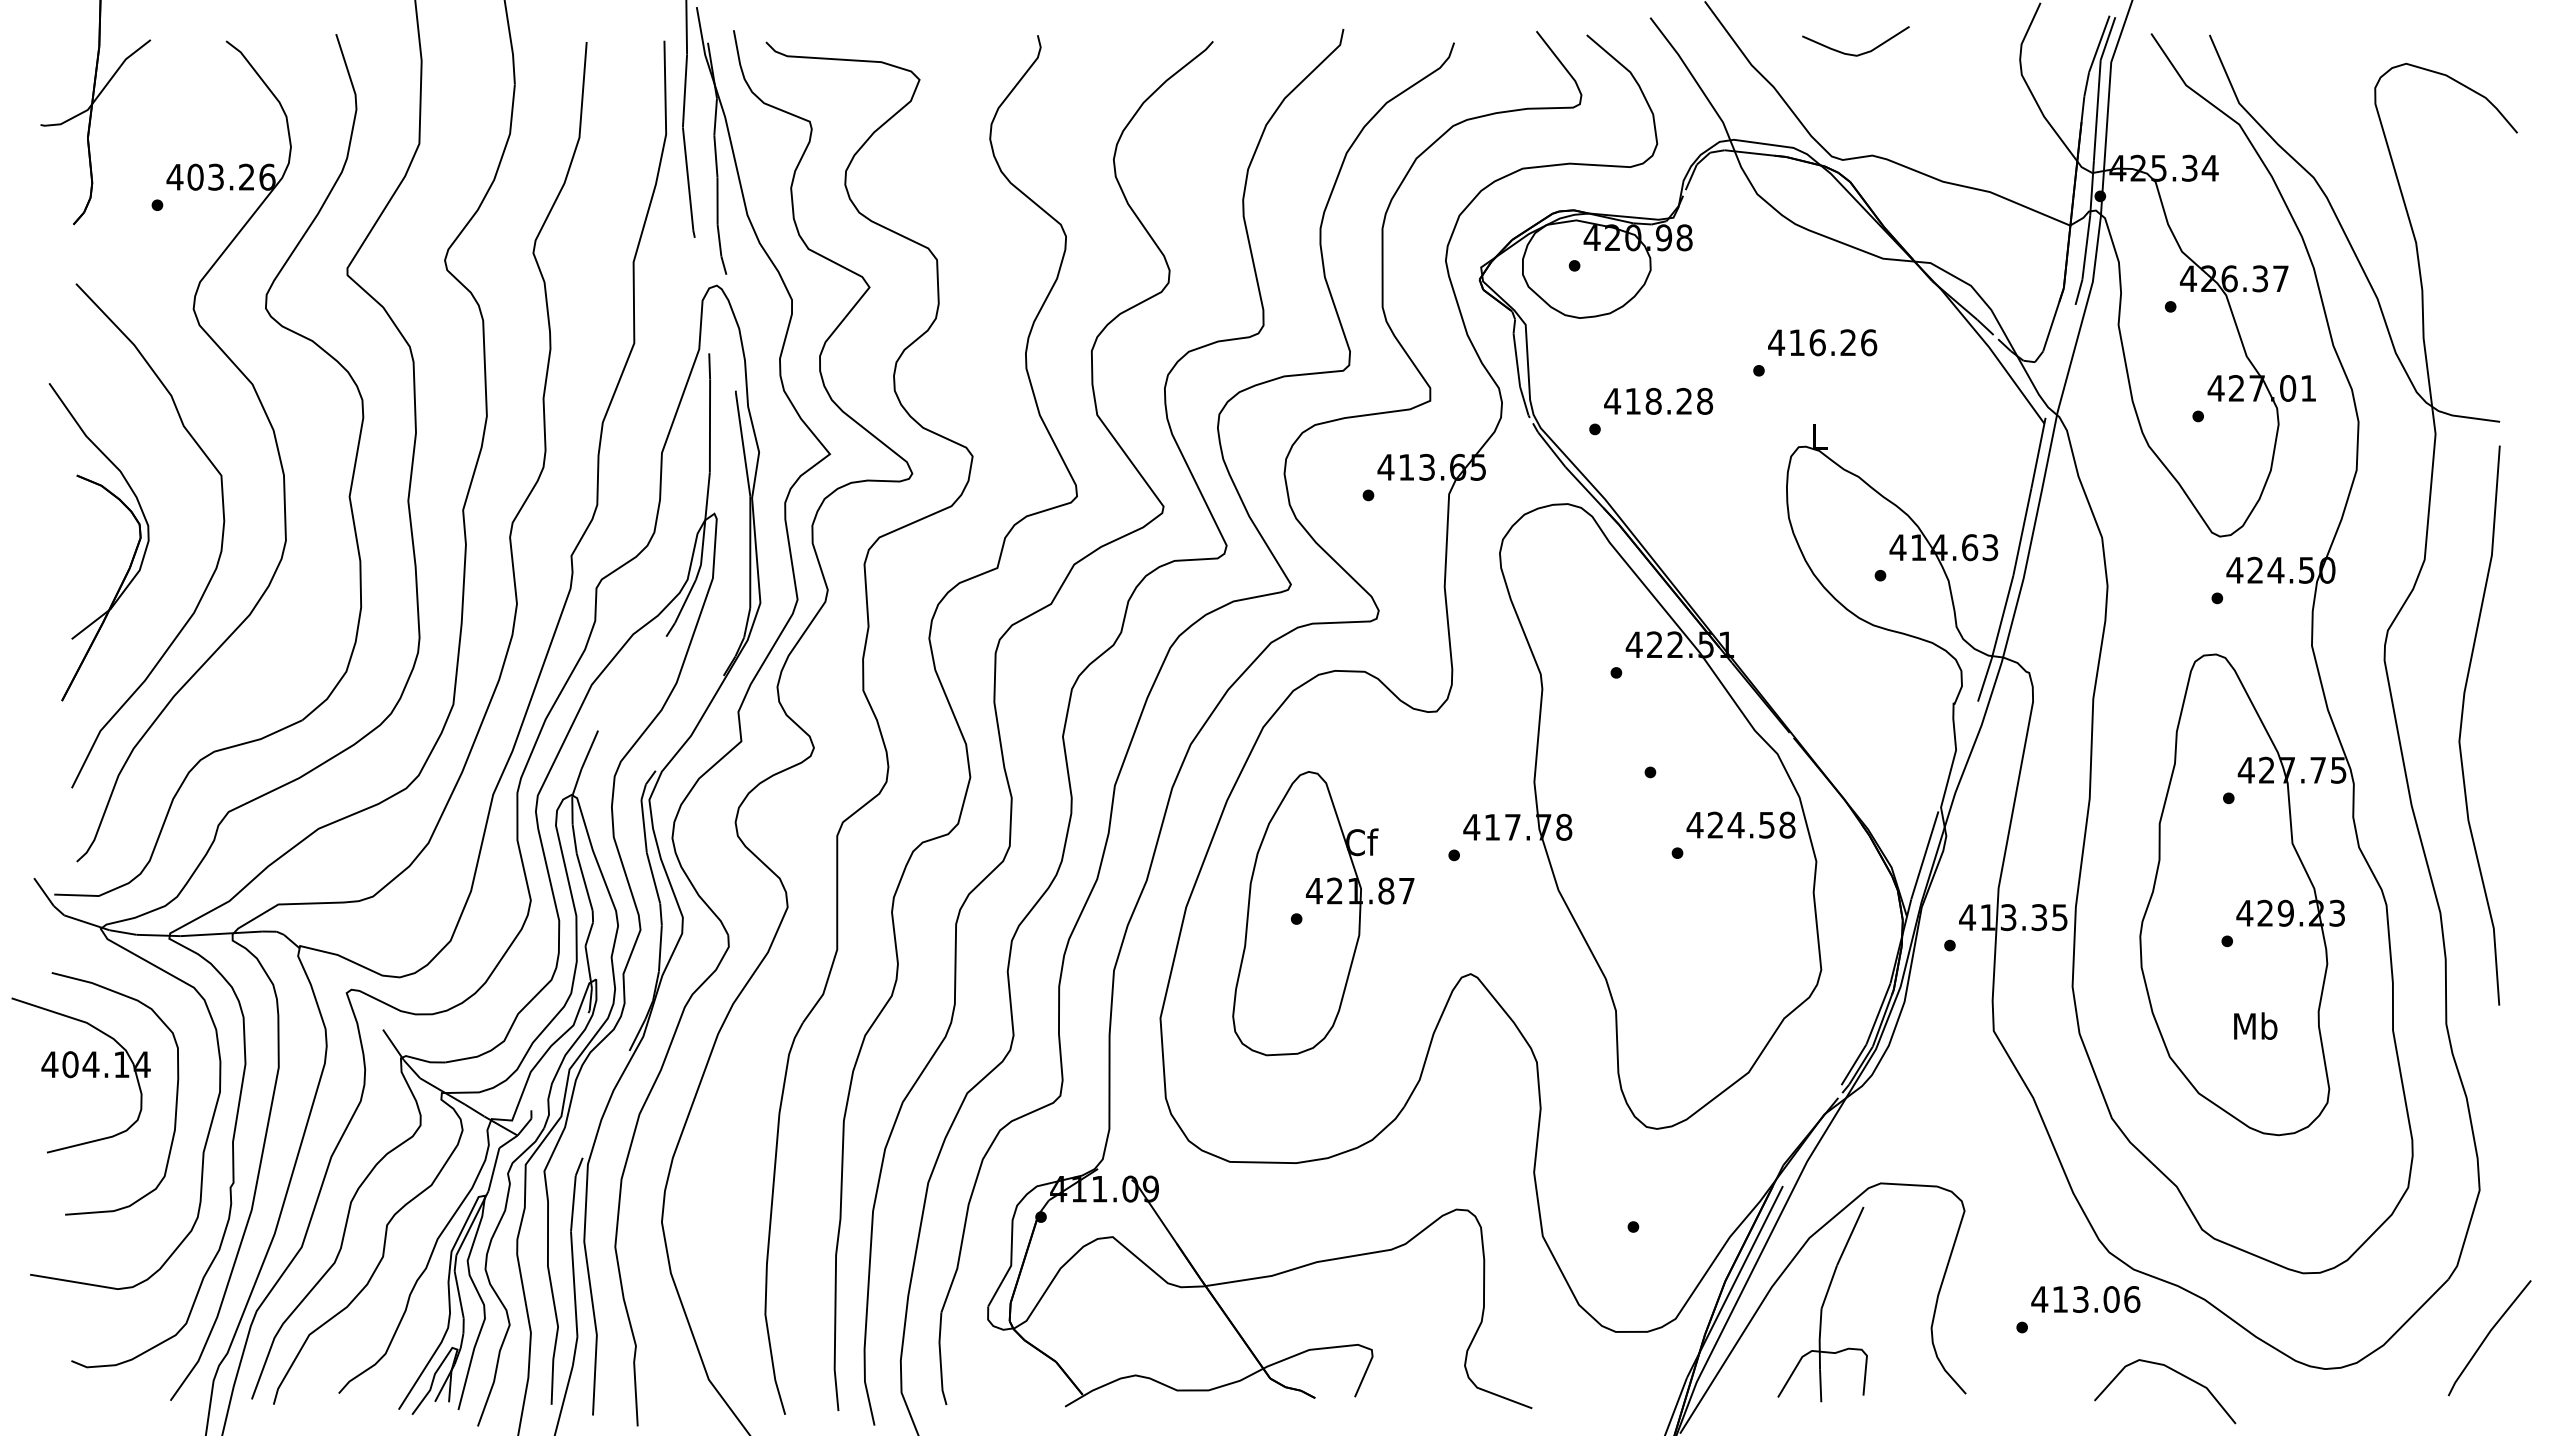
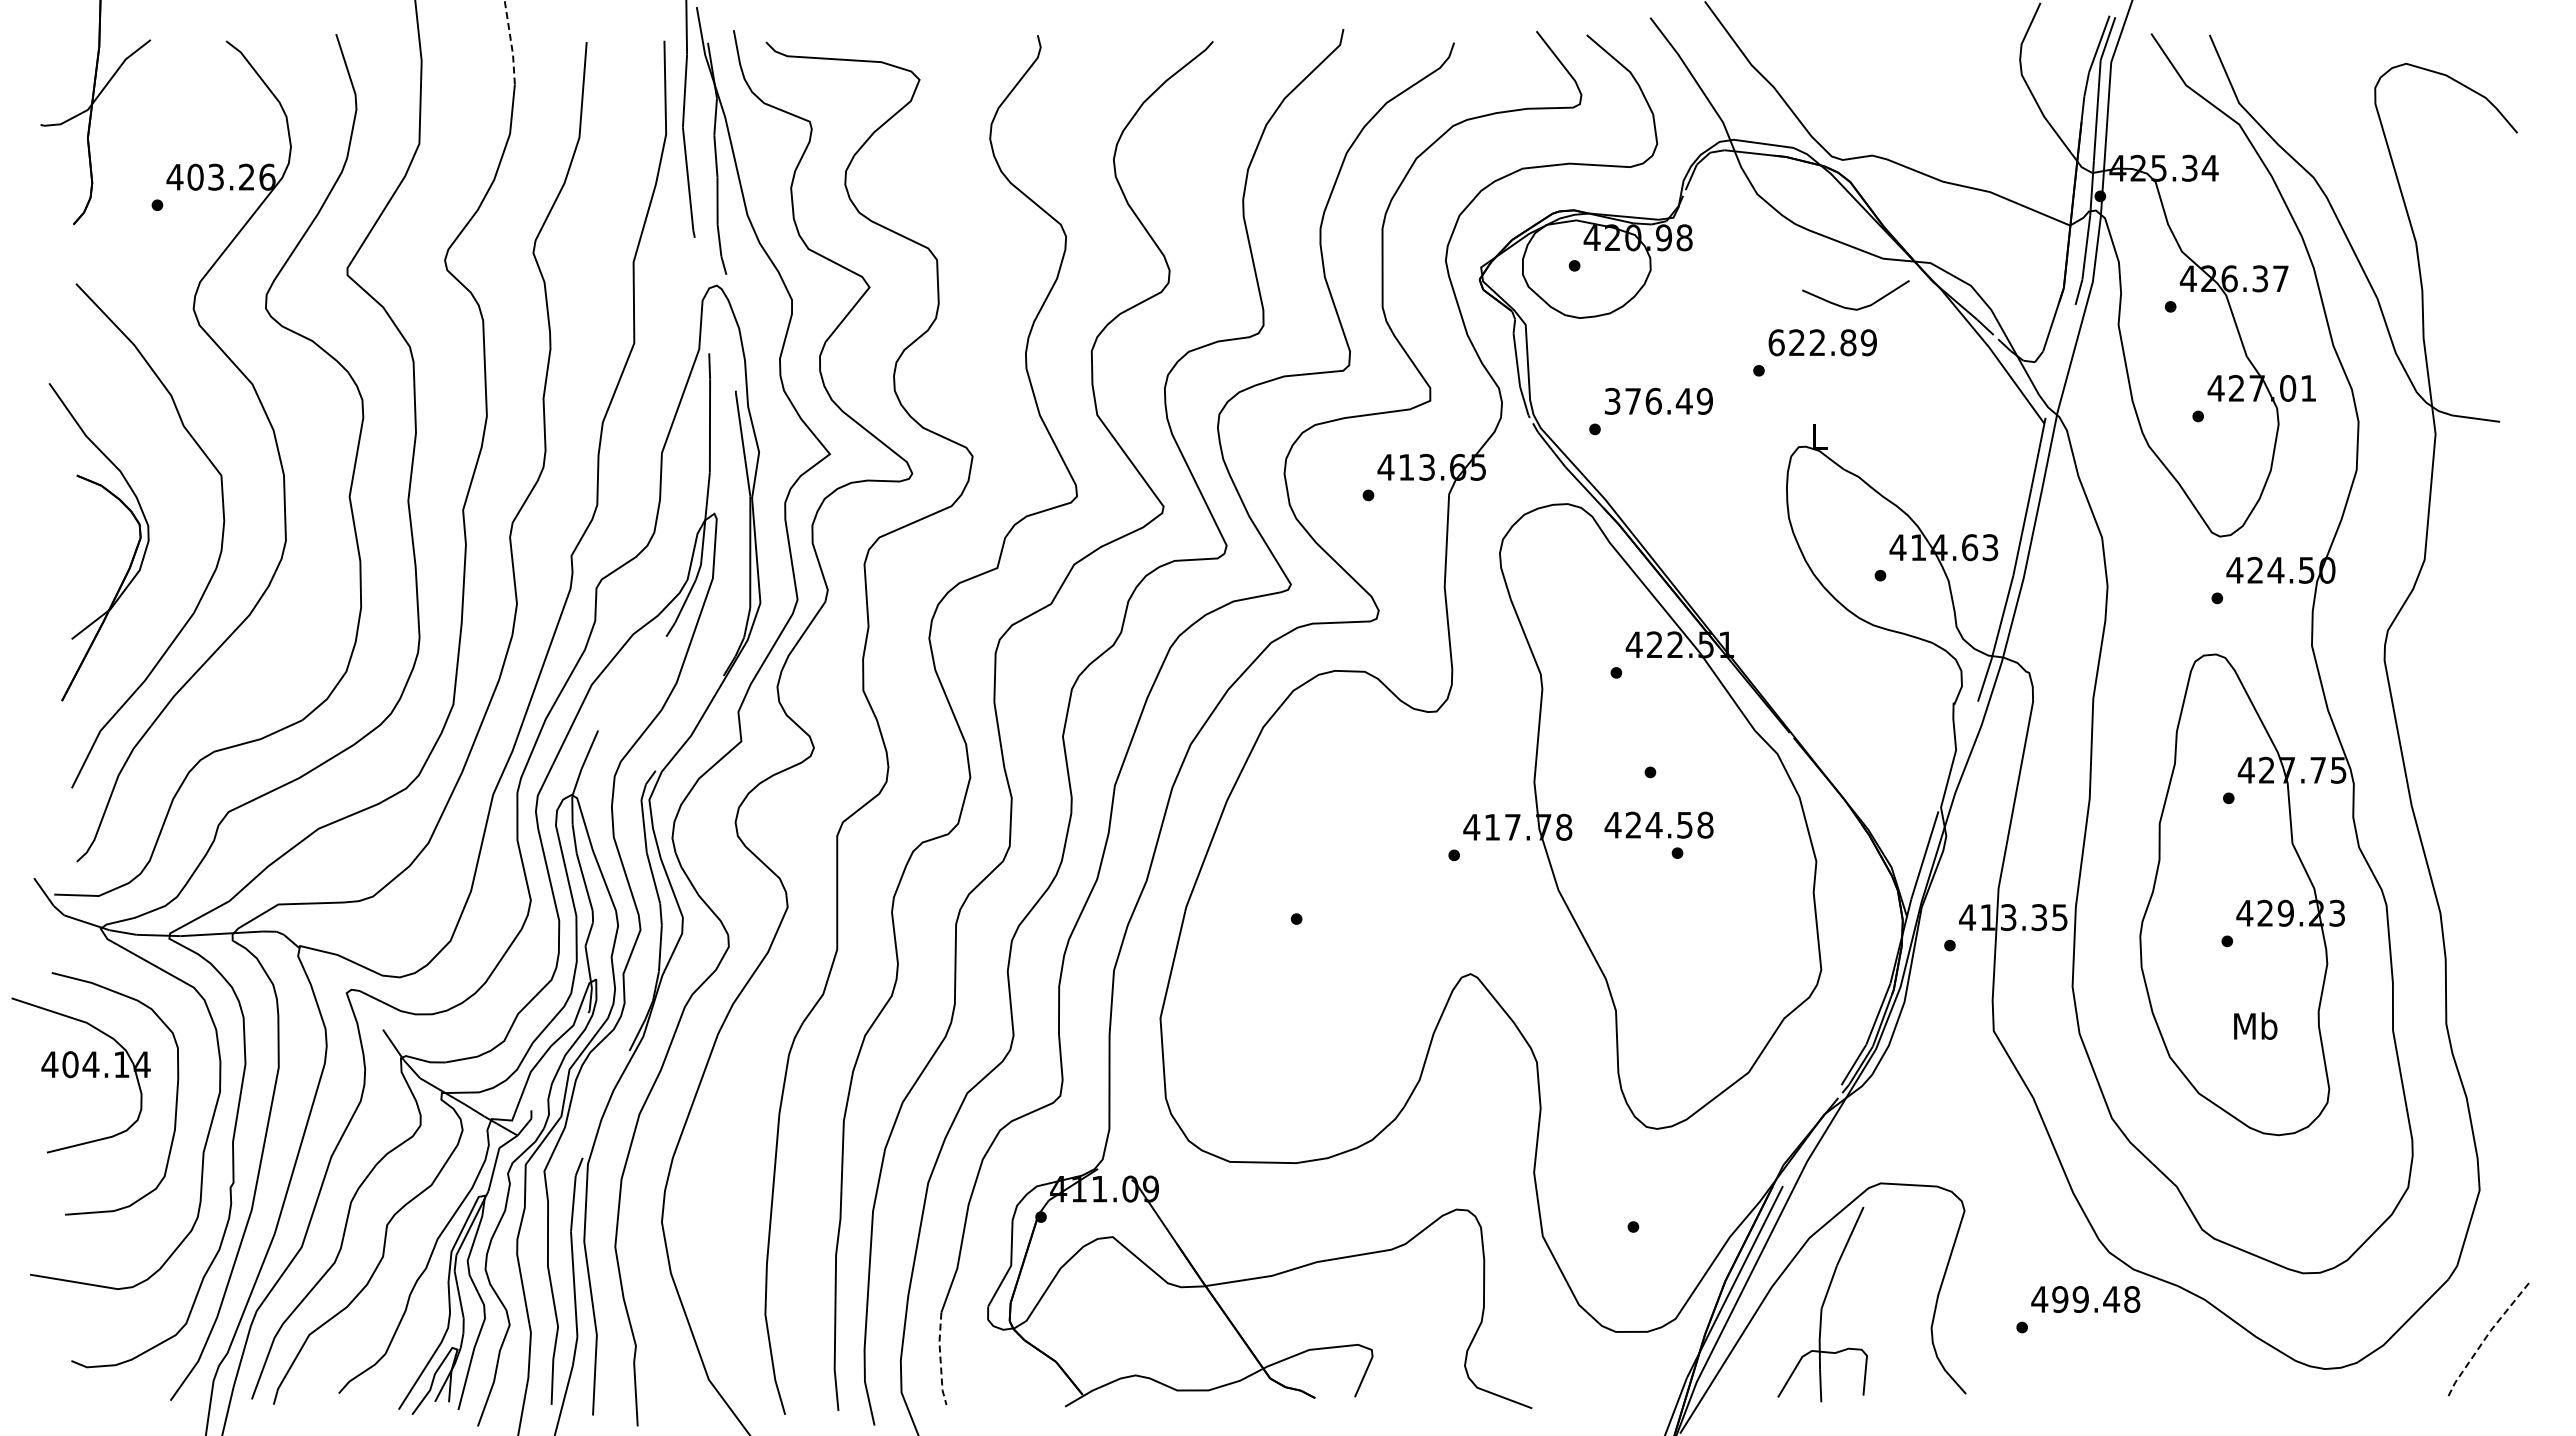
line at (511, 42): solid -> dashed
curve at (1850, 53) position: (1850, 53) -> (1850, 307)
text at (1822, 342): 416.26 -> 622.89
text at (1658, 400): 418.28 -> 376.49
curve at (2462, 724): present -> none
text at (1740, 824) position: (1740, 824) -> (1658, 824)
part at (1323, 913): present -> none
text at (2096, 1299): 413.06 -> 499.48
line at (2486, 1336): solid -> dashed
line at (940, 1360): solid -> dashed
curve at (2175, 1372): present -> none
